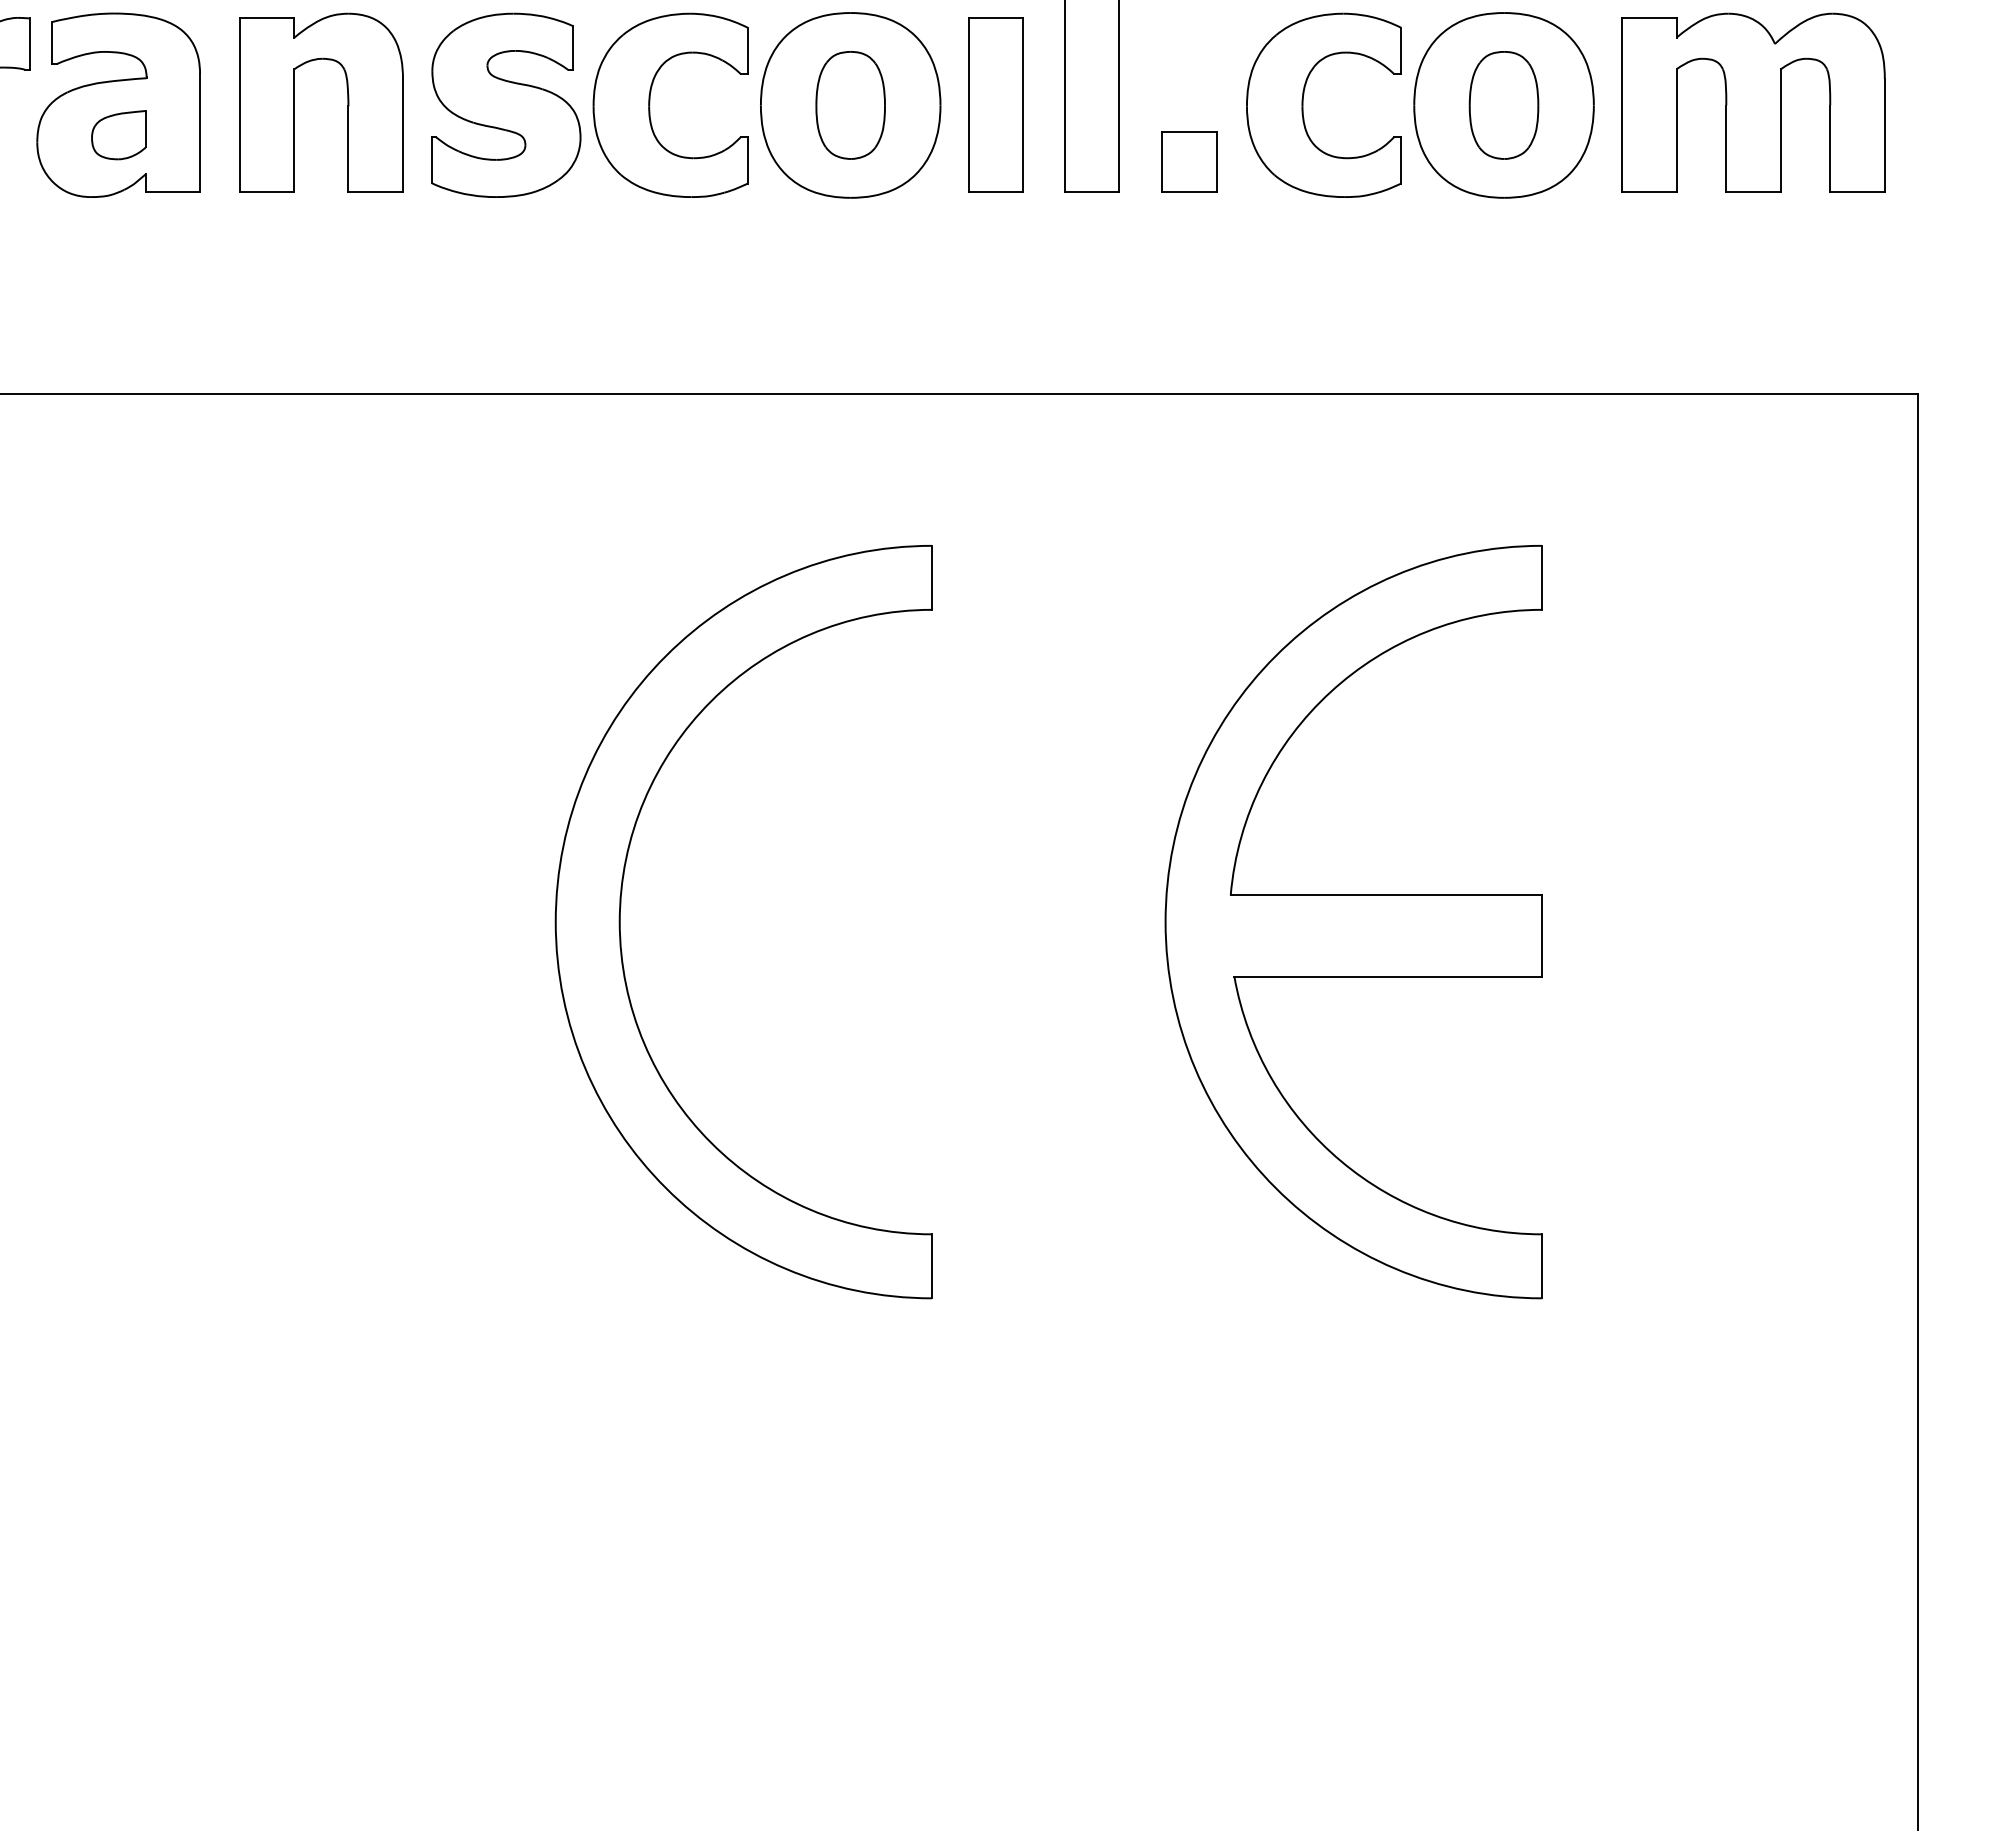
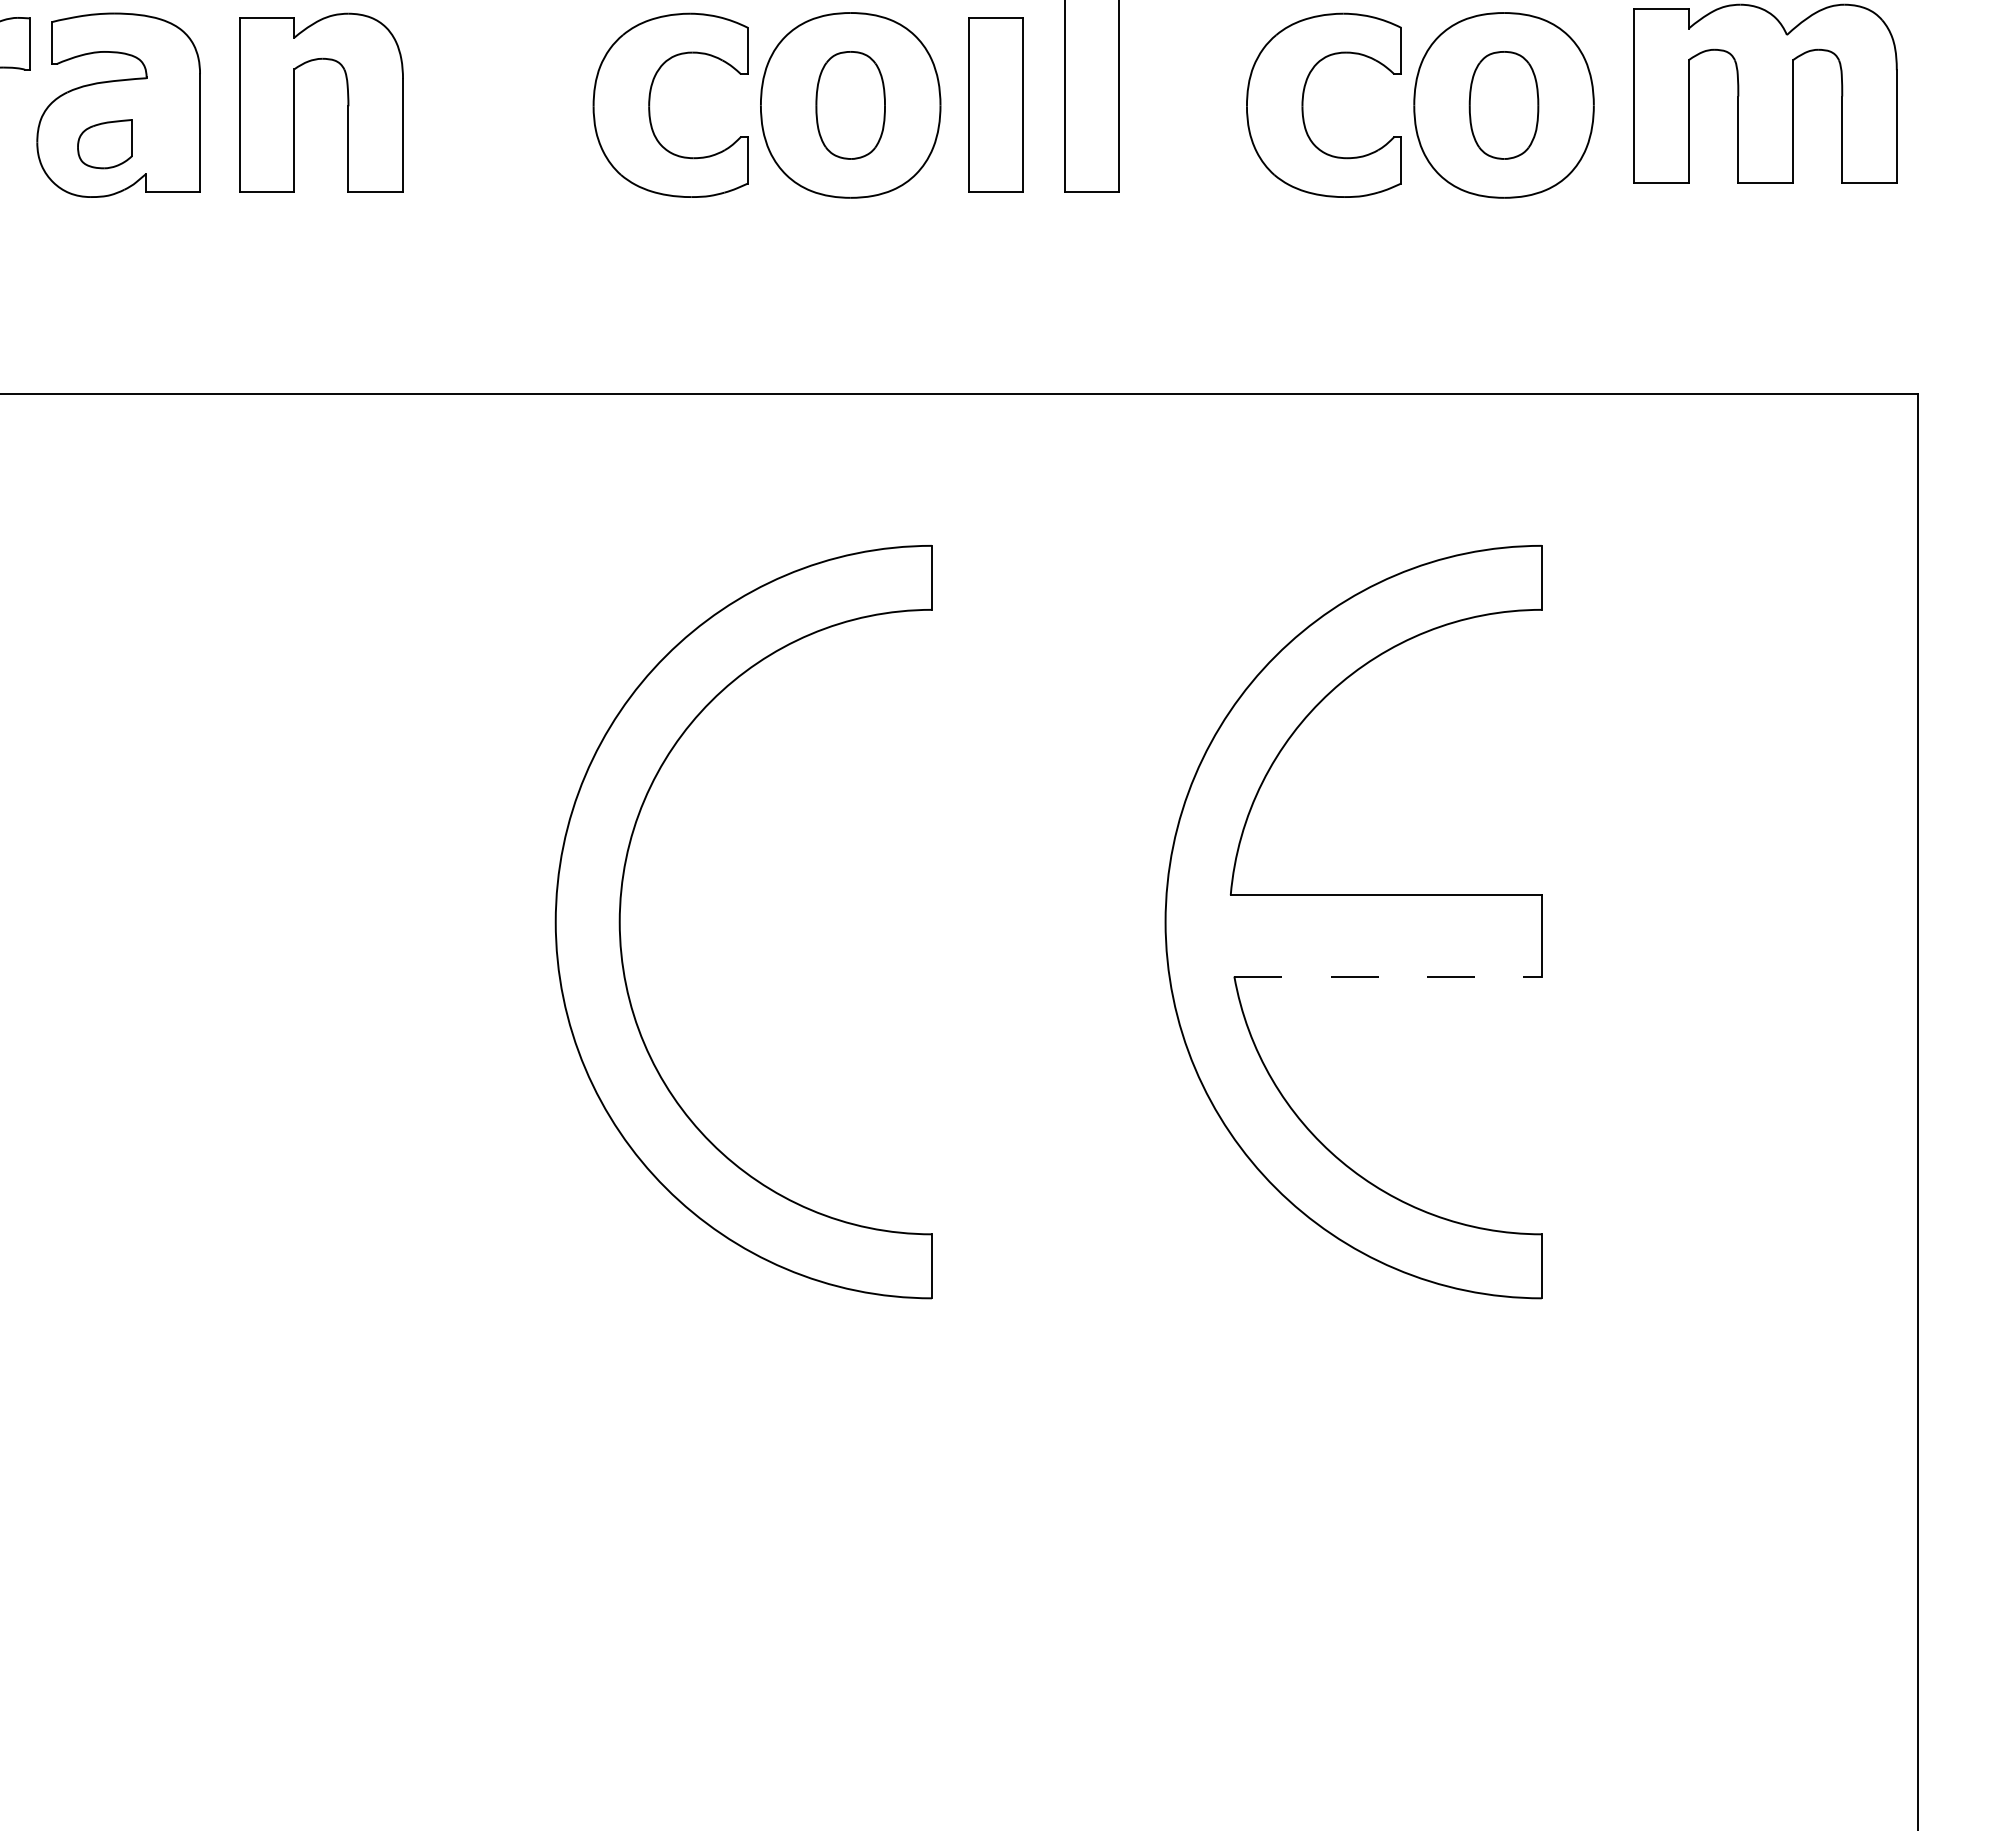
part at (1753, 102) position: (1753, 102) -> (1765, 93)
part at (506, 104): present -> none
part at (118, 135) position: (118, 135) -> (104, 144)
part at (1189, 161): present -> none
line at (1388, 976): solid -> dashed
